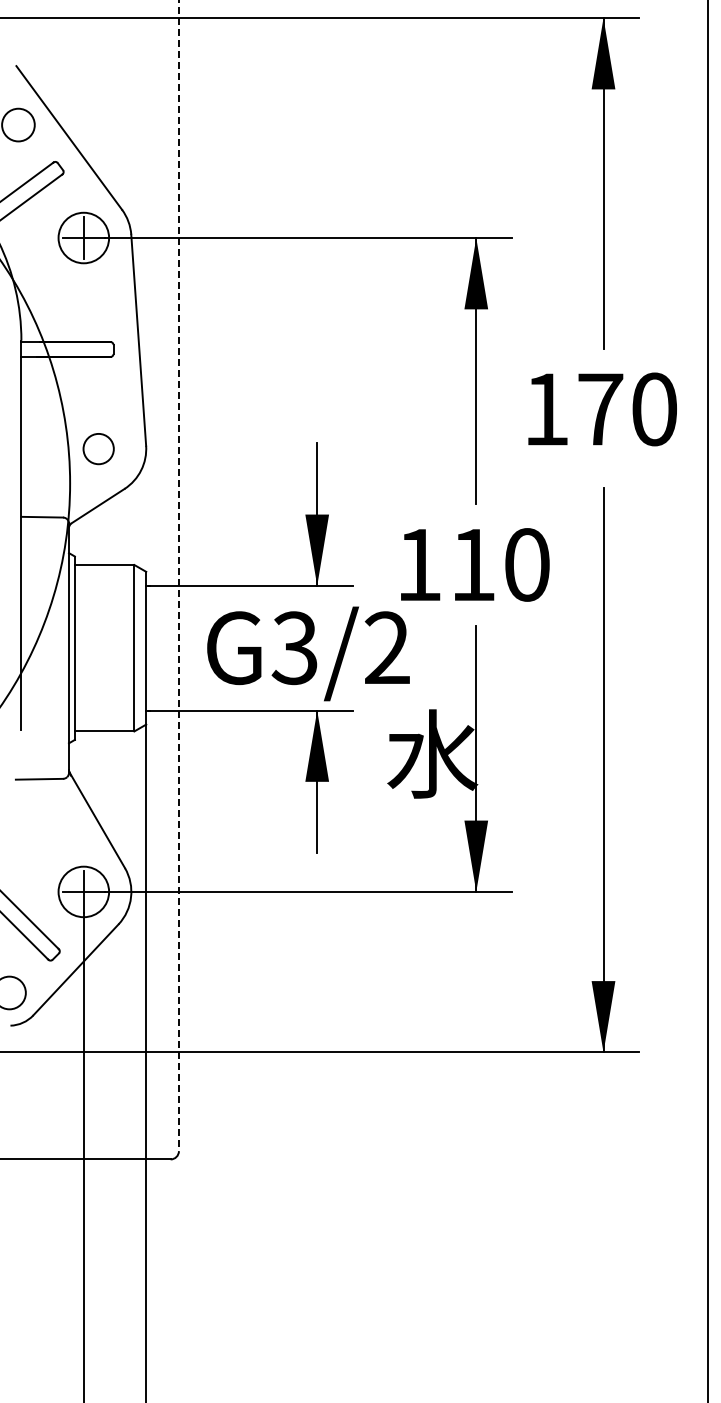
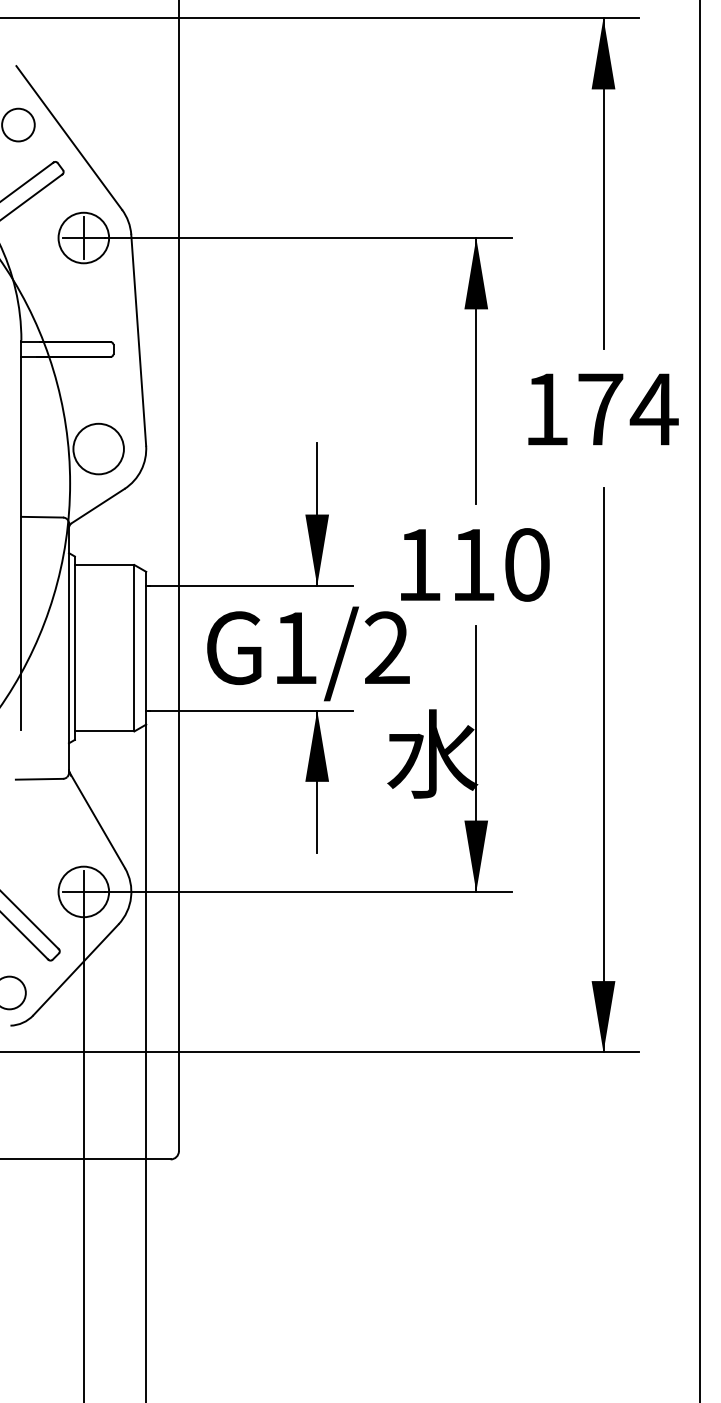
text at (653, 409): 170 -> 174
circle at (98, 448) diameter: 30 px -> 51 px
line at (178, 576): dashed -> solid
text at (294, 648): G3/2 -> G1/2
line at (707, 700) position: (707, 700) -> (699, 700)
